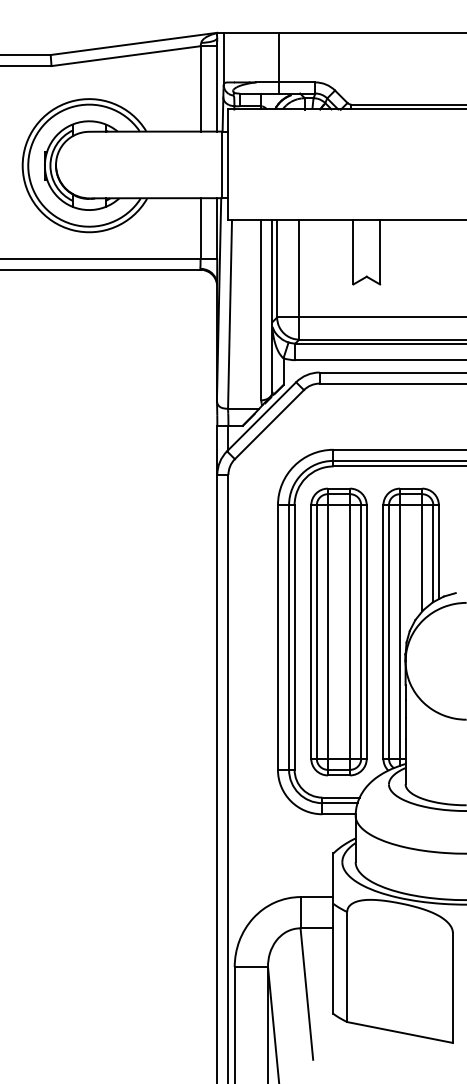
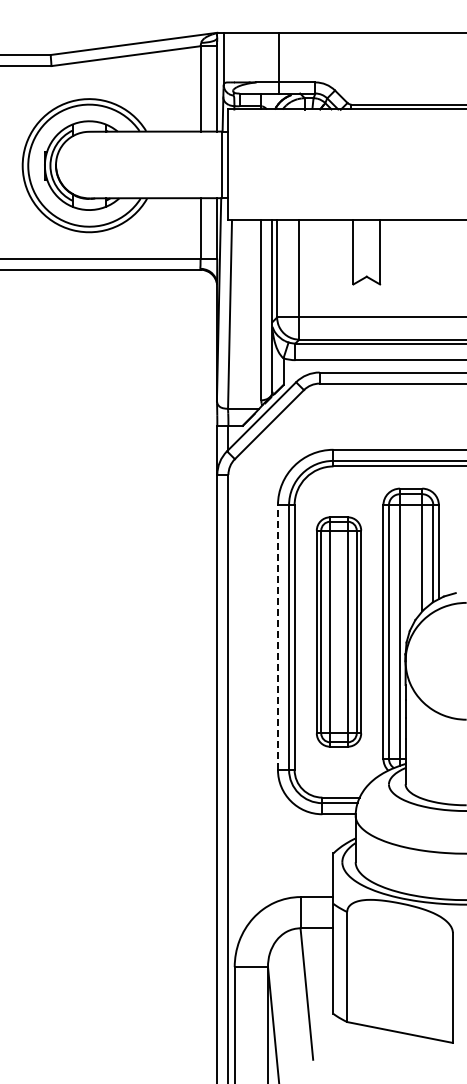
part at (338, 631) size: 58x290 px -> 47x232 px
line at (277, 637): solid -> dashed
